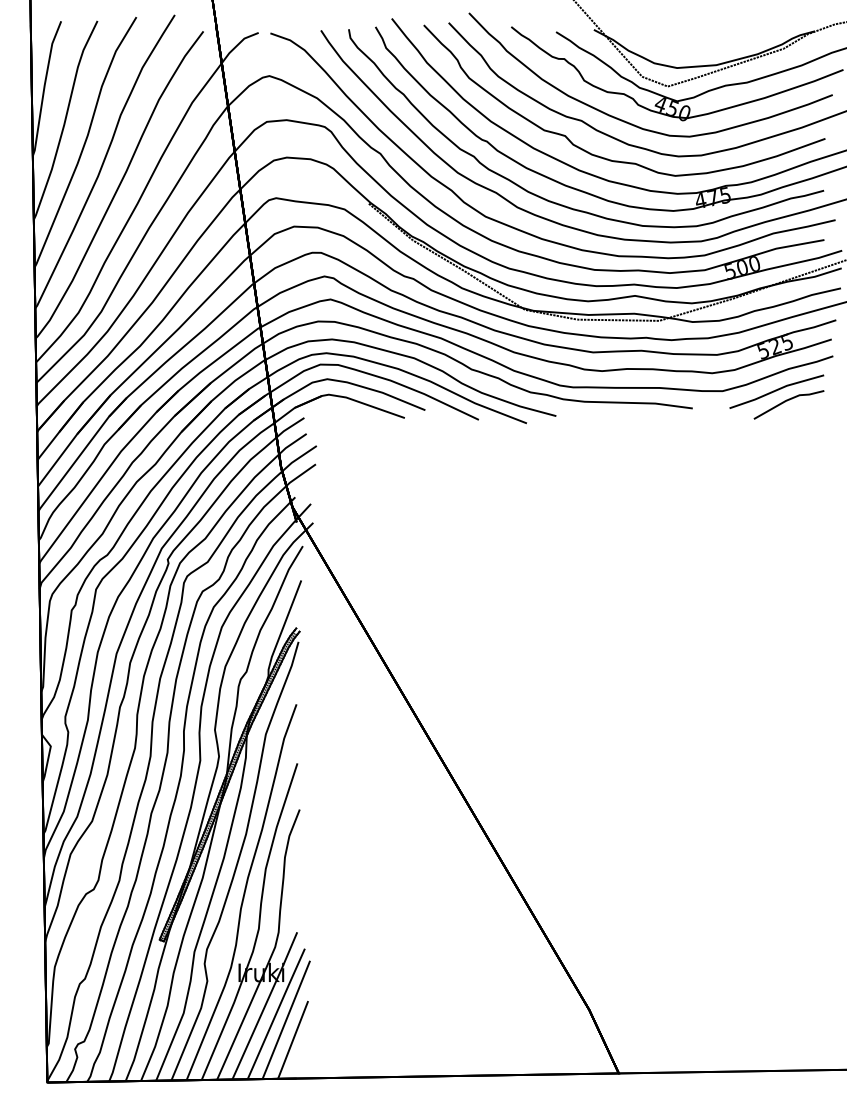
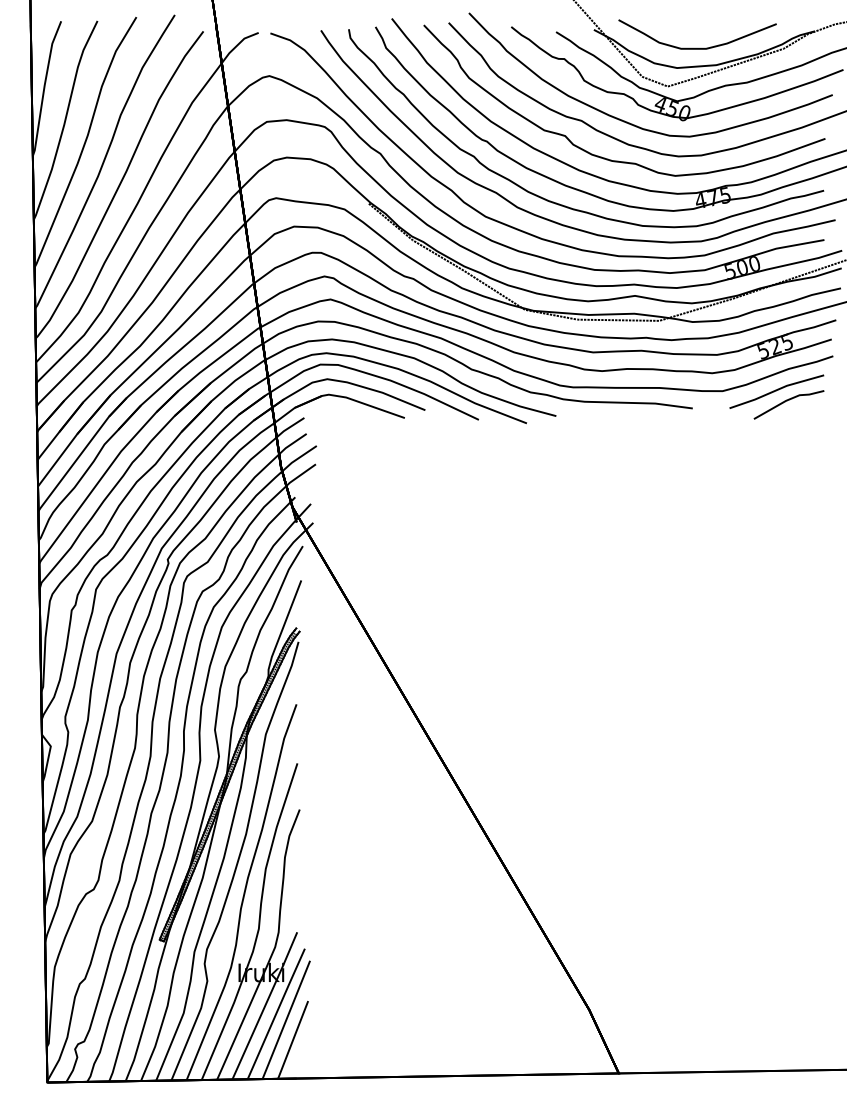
part at (697, 47): none -> present
